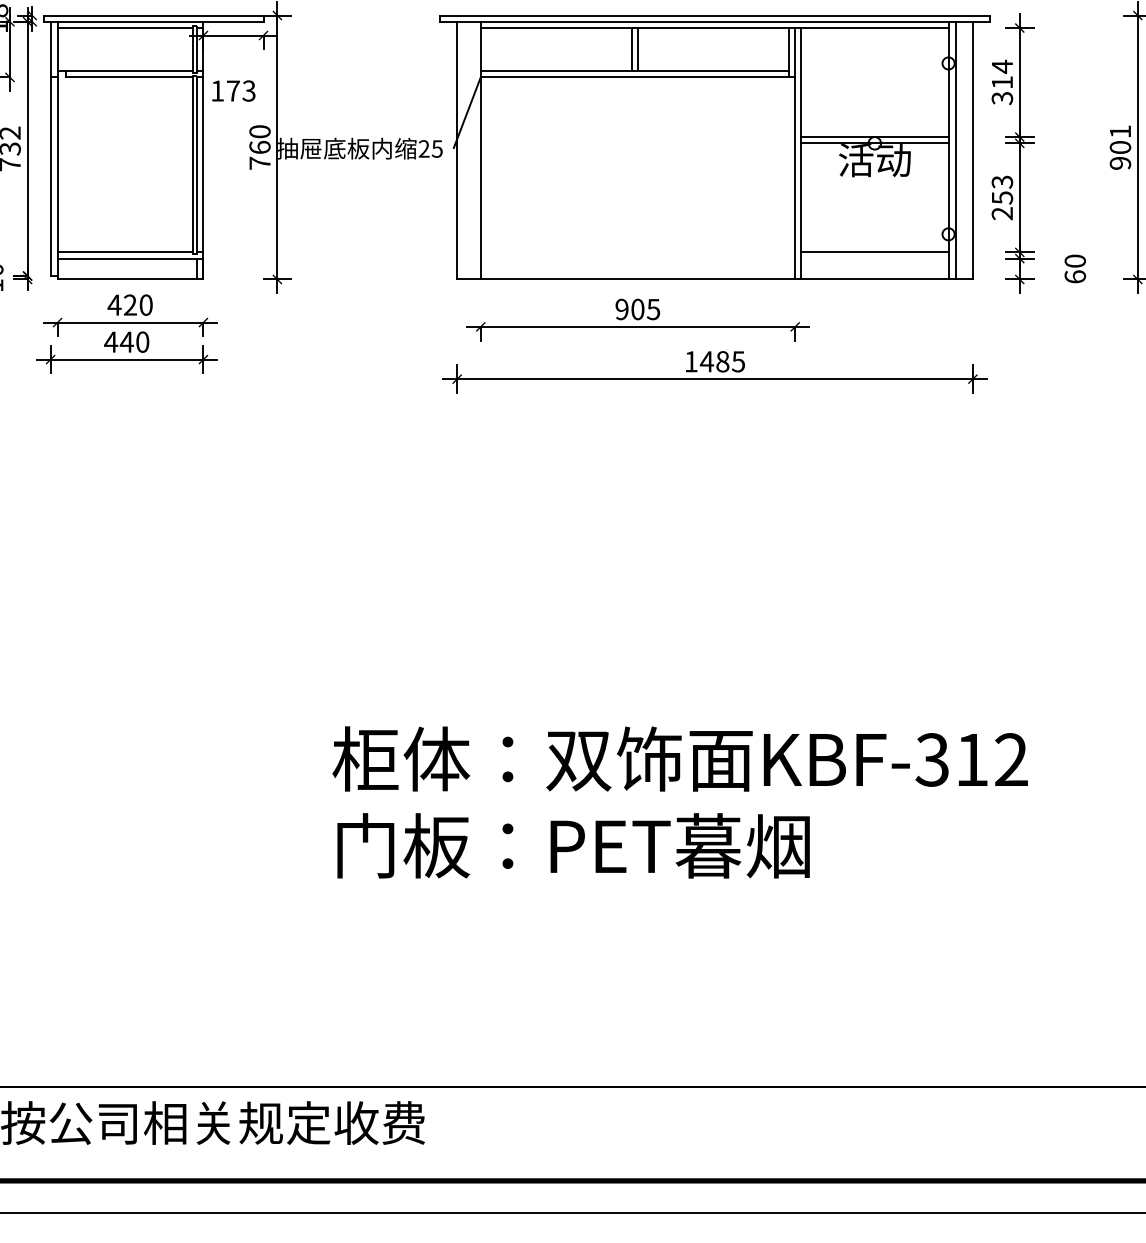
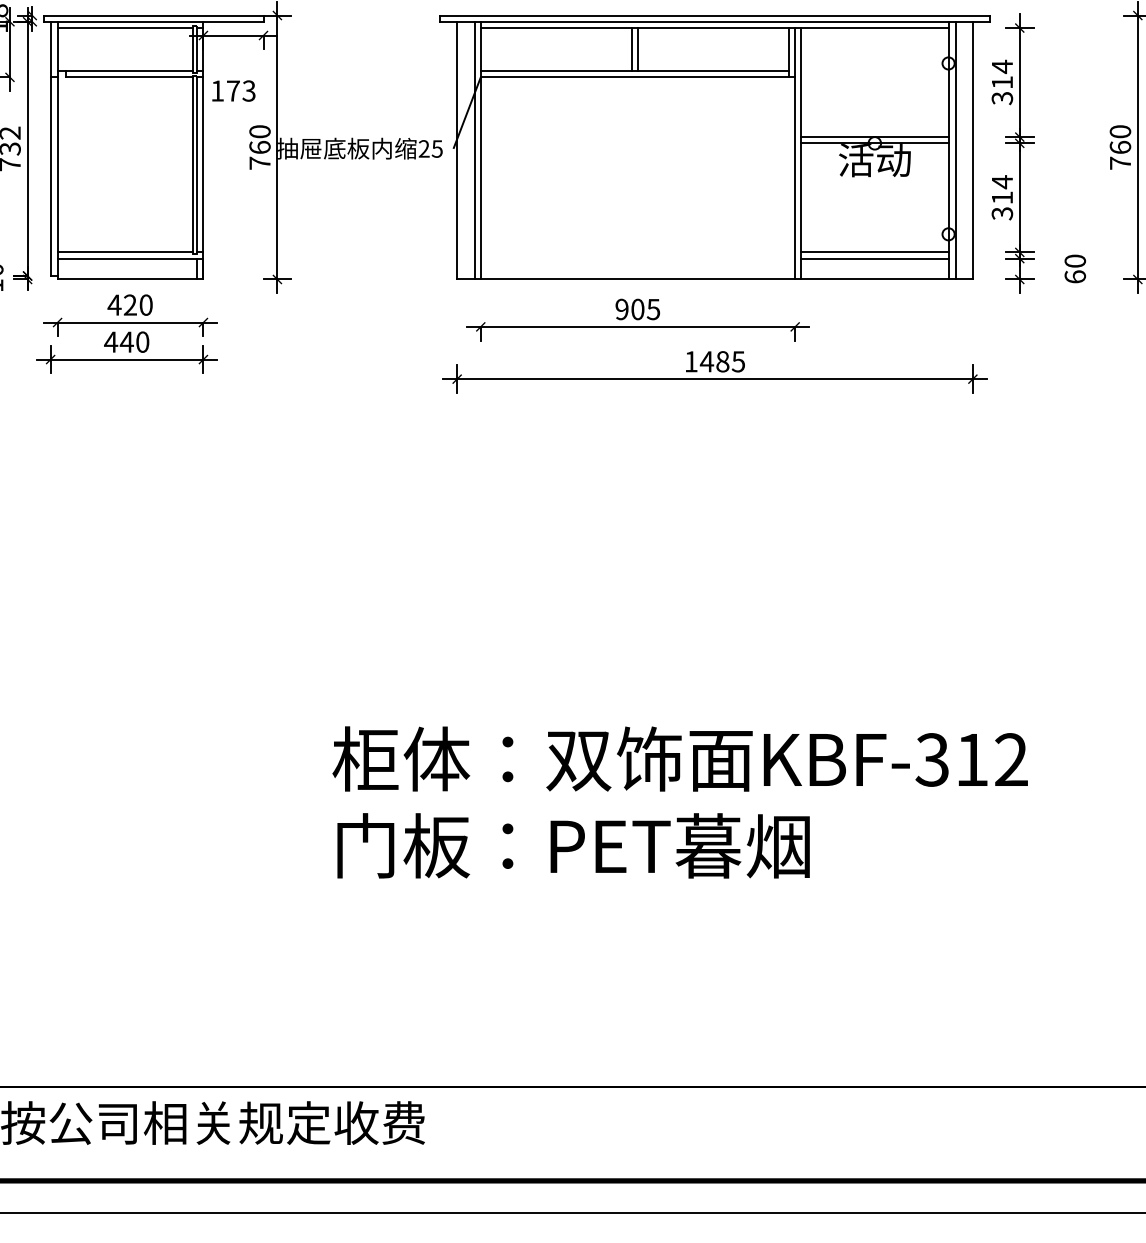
text at (1120, 147): 901 -> 760
line at (474, 150): none -> present
text at (1002, 197): 253 -> 314
line at (875, 258): none -> present
